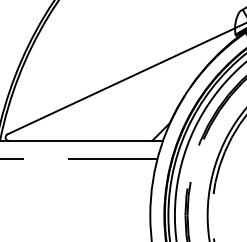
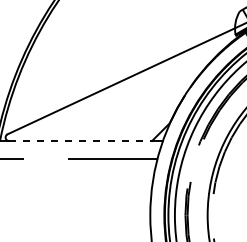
line at (81, 141): solid -> dashed
